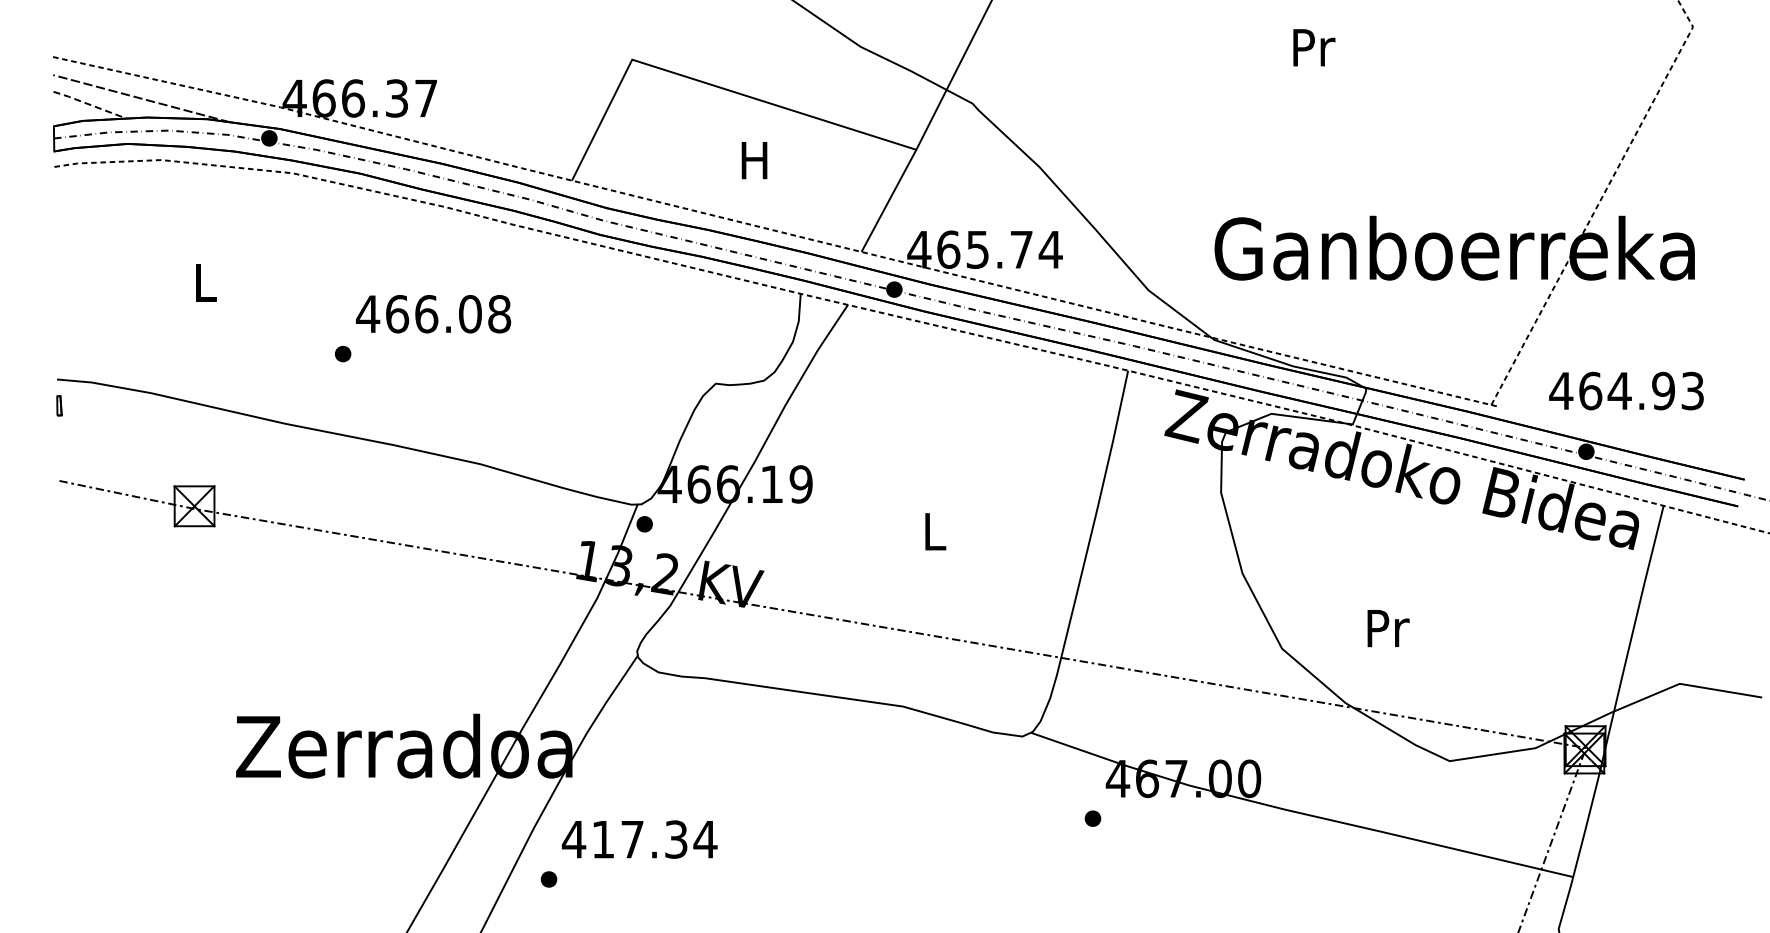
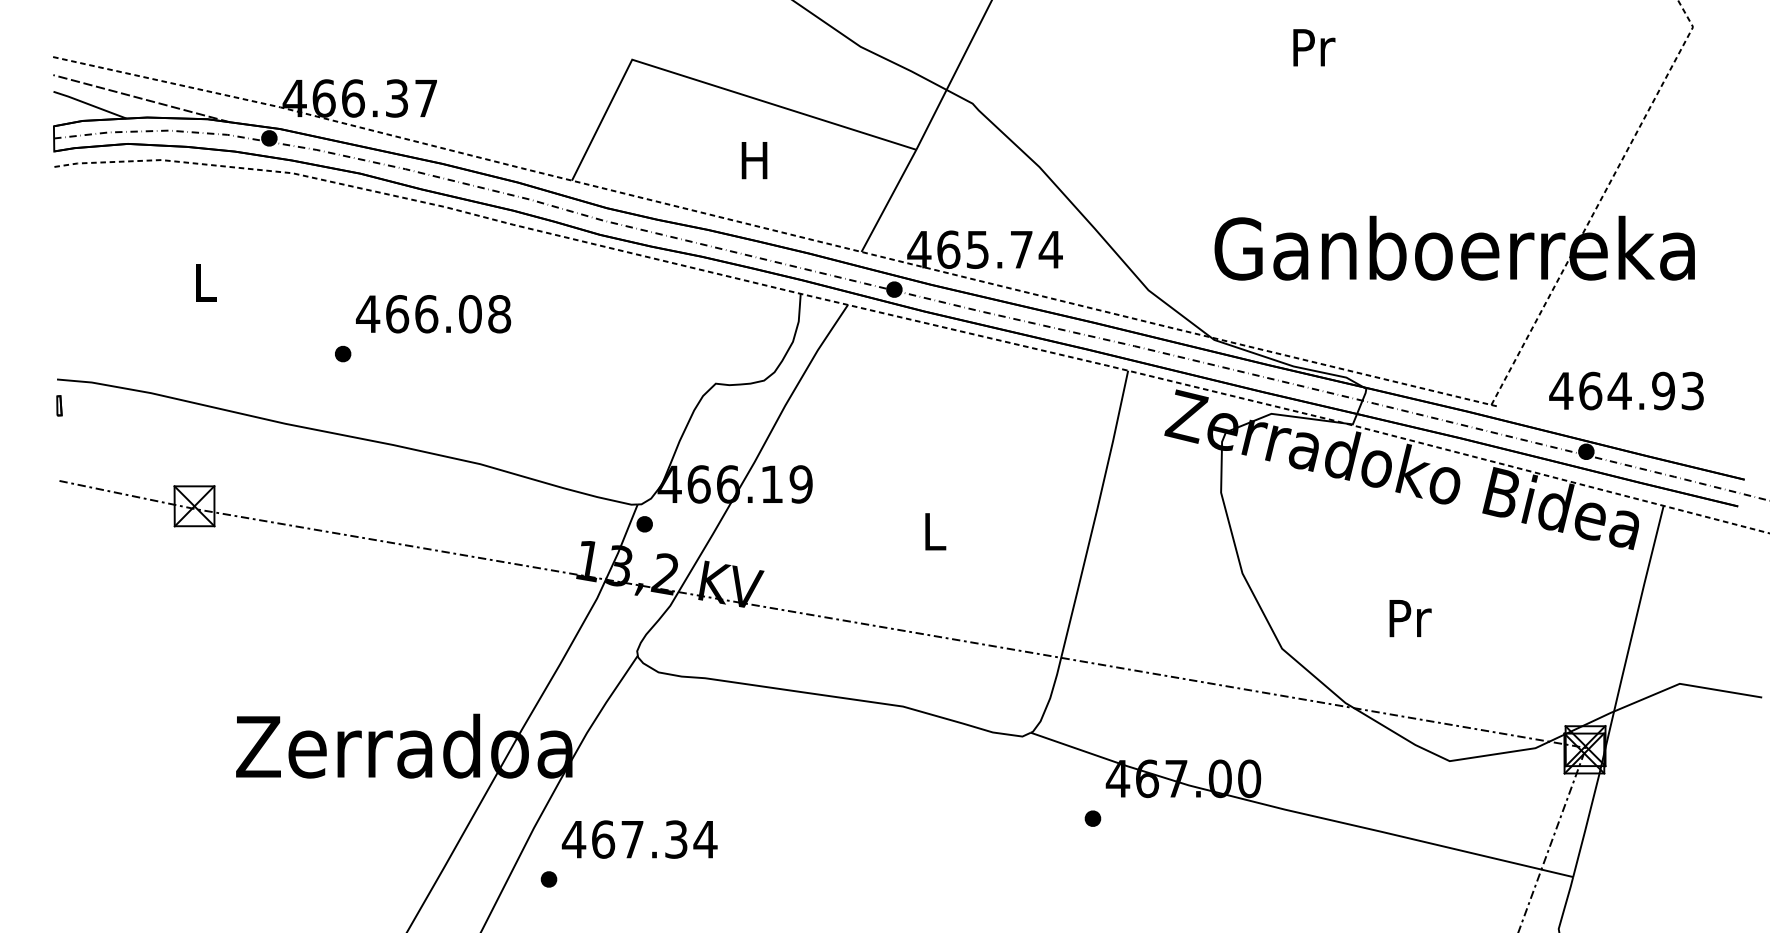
line at (89, 104): dashed -> solid
text at (1388, 628) position: (1388, 628) -> (1410, 618)
text at (603, 839): 417.34 -> 467.34
